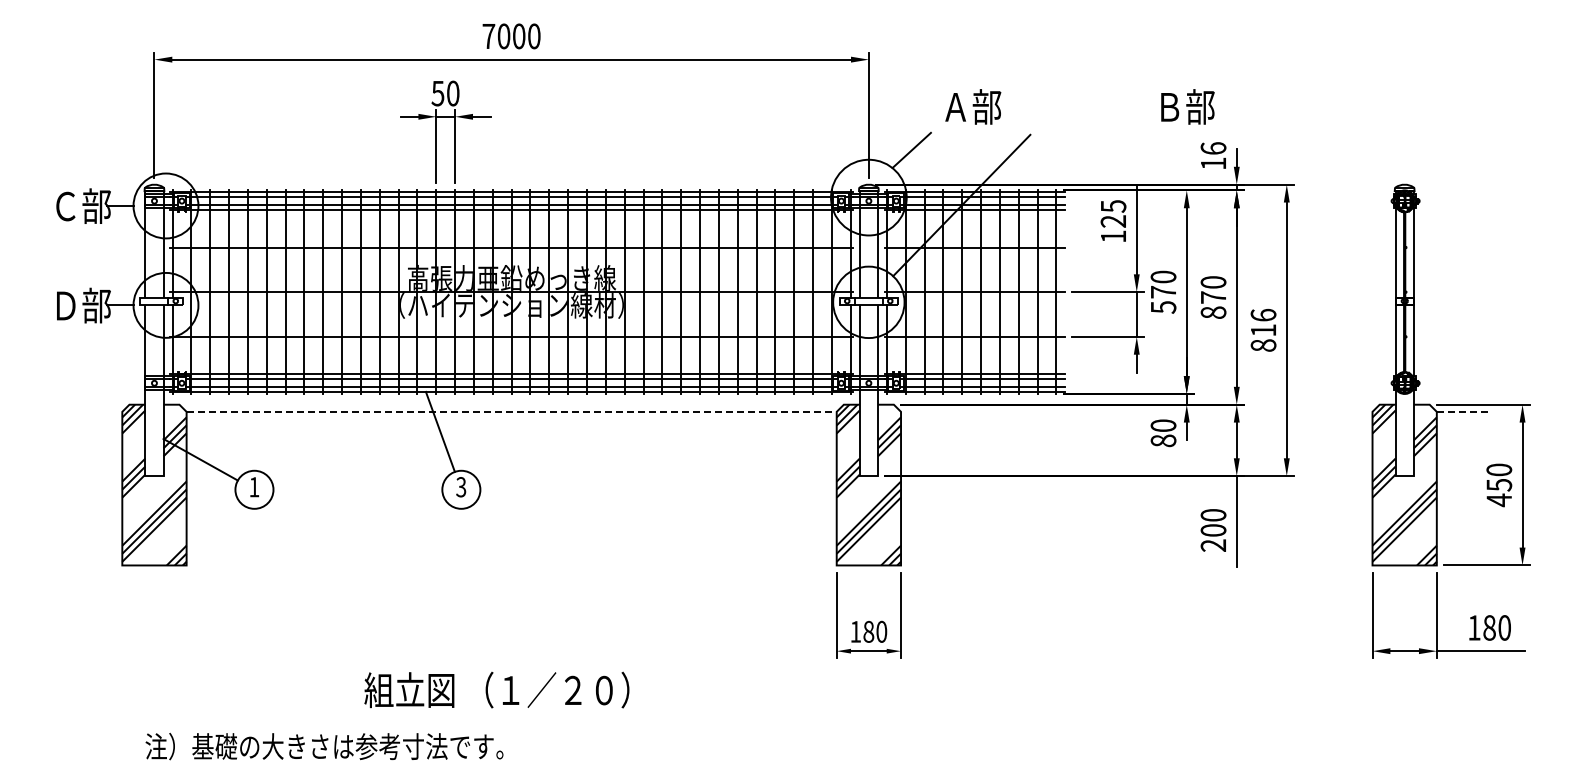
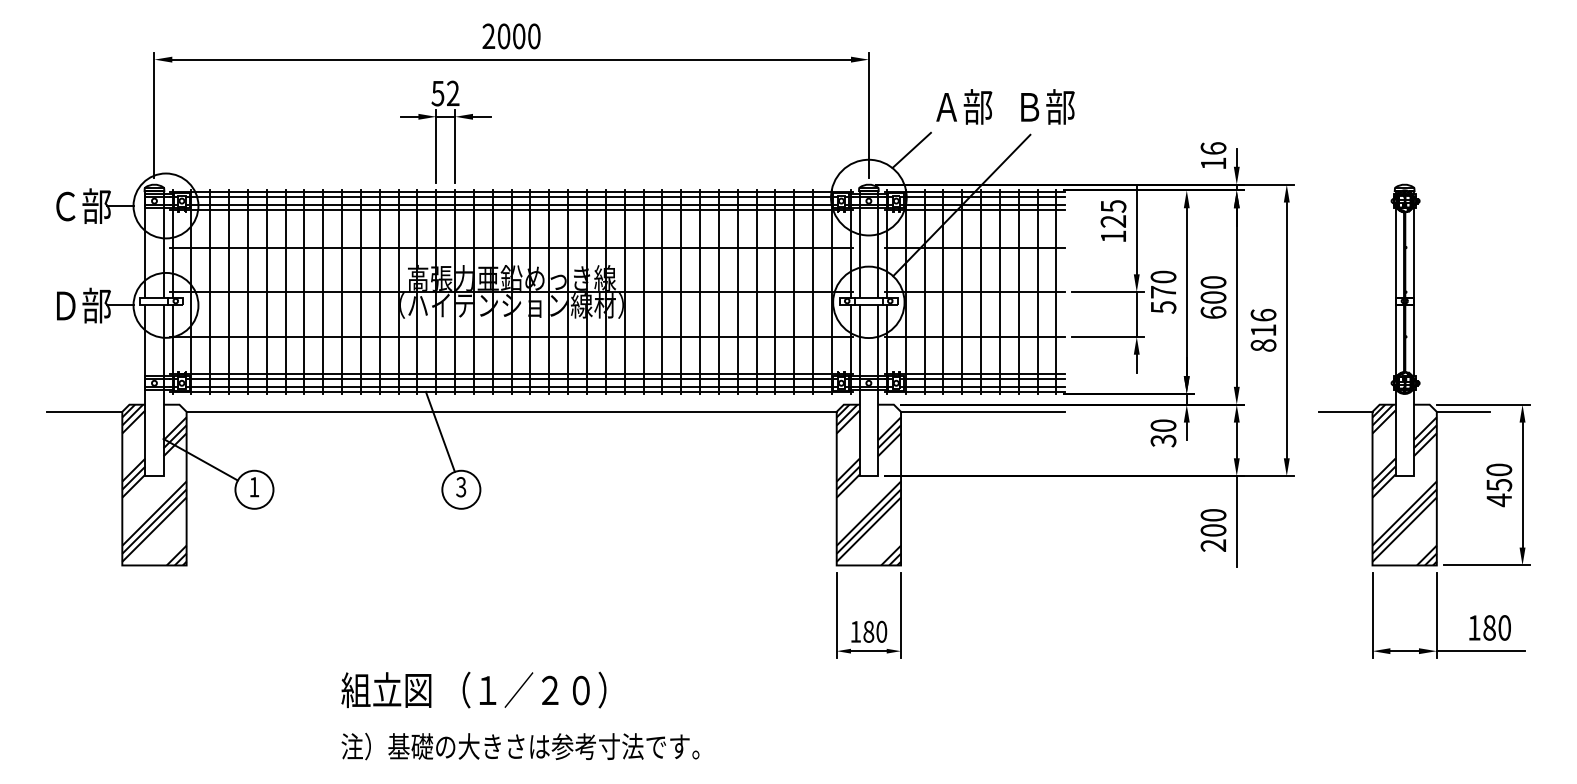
text at (488, 35): 7000 -> 2000
text at (453, 93): 50 -> 52
text at (973, 106) position: (973, 106) -> (964, 106)
text at (1187, 106) position: (1187, 106) -> (1047, 106)
text at (1213, 304): 870 -> 600
line at (84, 411): none -> present
line at (512, 411): dashed -> solid
line at (983, 411): none -> present
line at (1345, 411): none -> present
line at (1463, 411): dashed -> solid
text at (1163, 440): 80 -> 30
text at (496, 689) position: (496, 689) -> (473, 689)
text at (324, 746) position: (324, 746) -> (520, 746)
